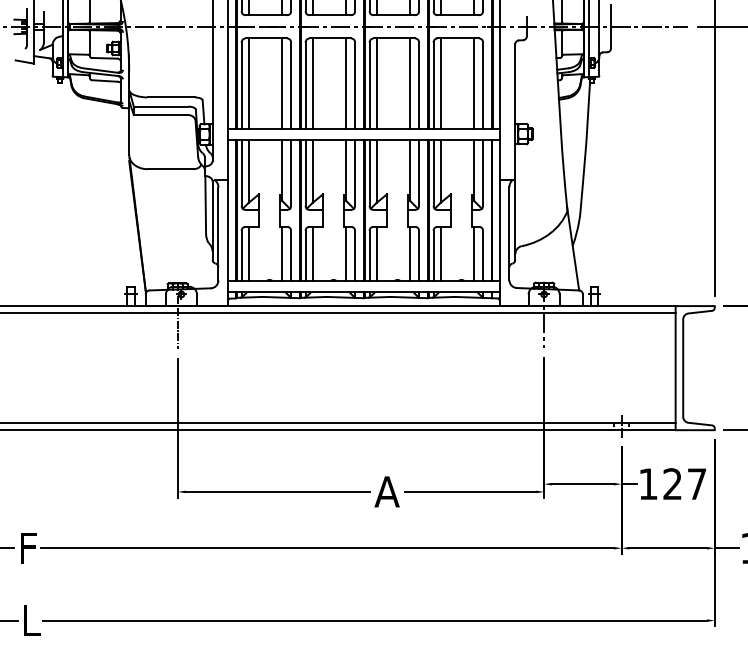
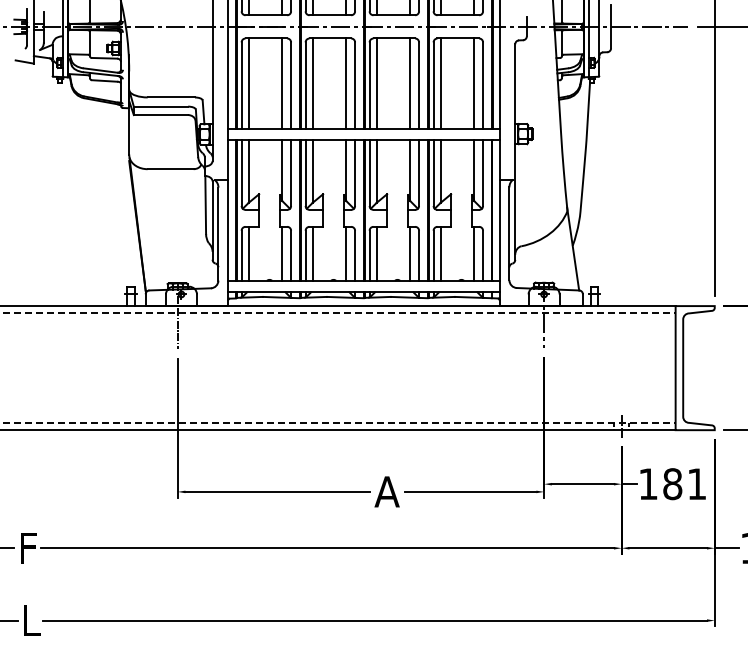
line at (338, 312): solid -> dashed
line at (338, 423): solid -> dashed
text at (684, 484): 127 -> 181
